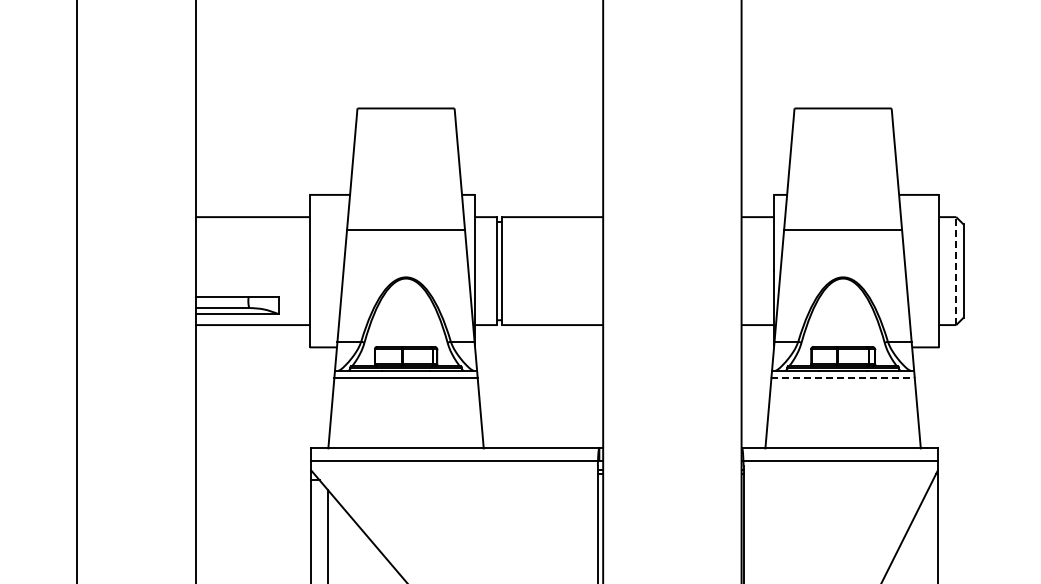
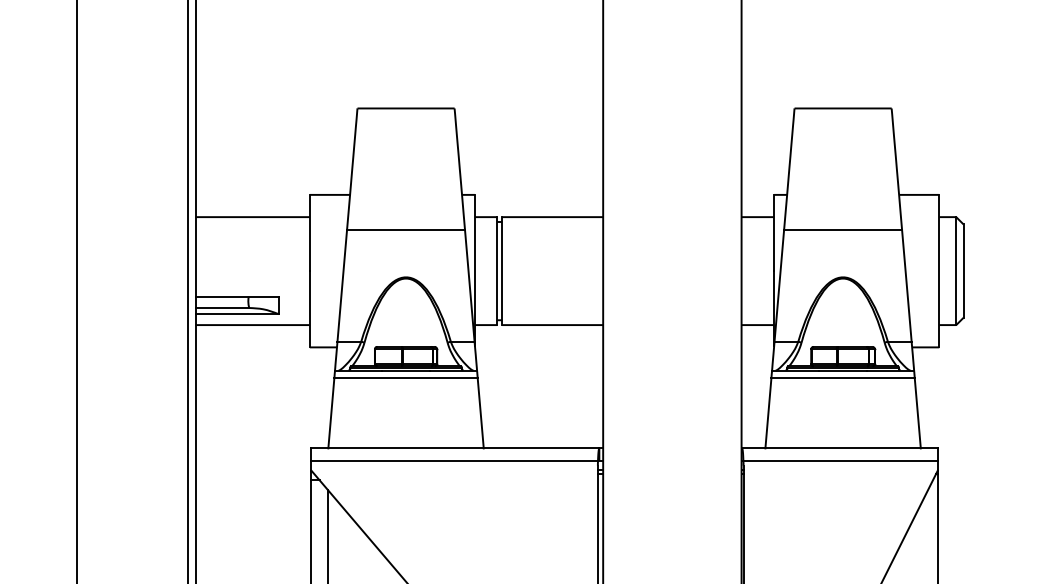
line at (956, 271): dashed -> solid
line at (188, 291): none -> present
line at (843, 377): dashed -> solid
